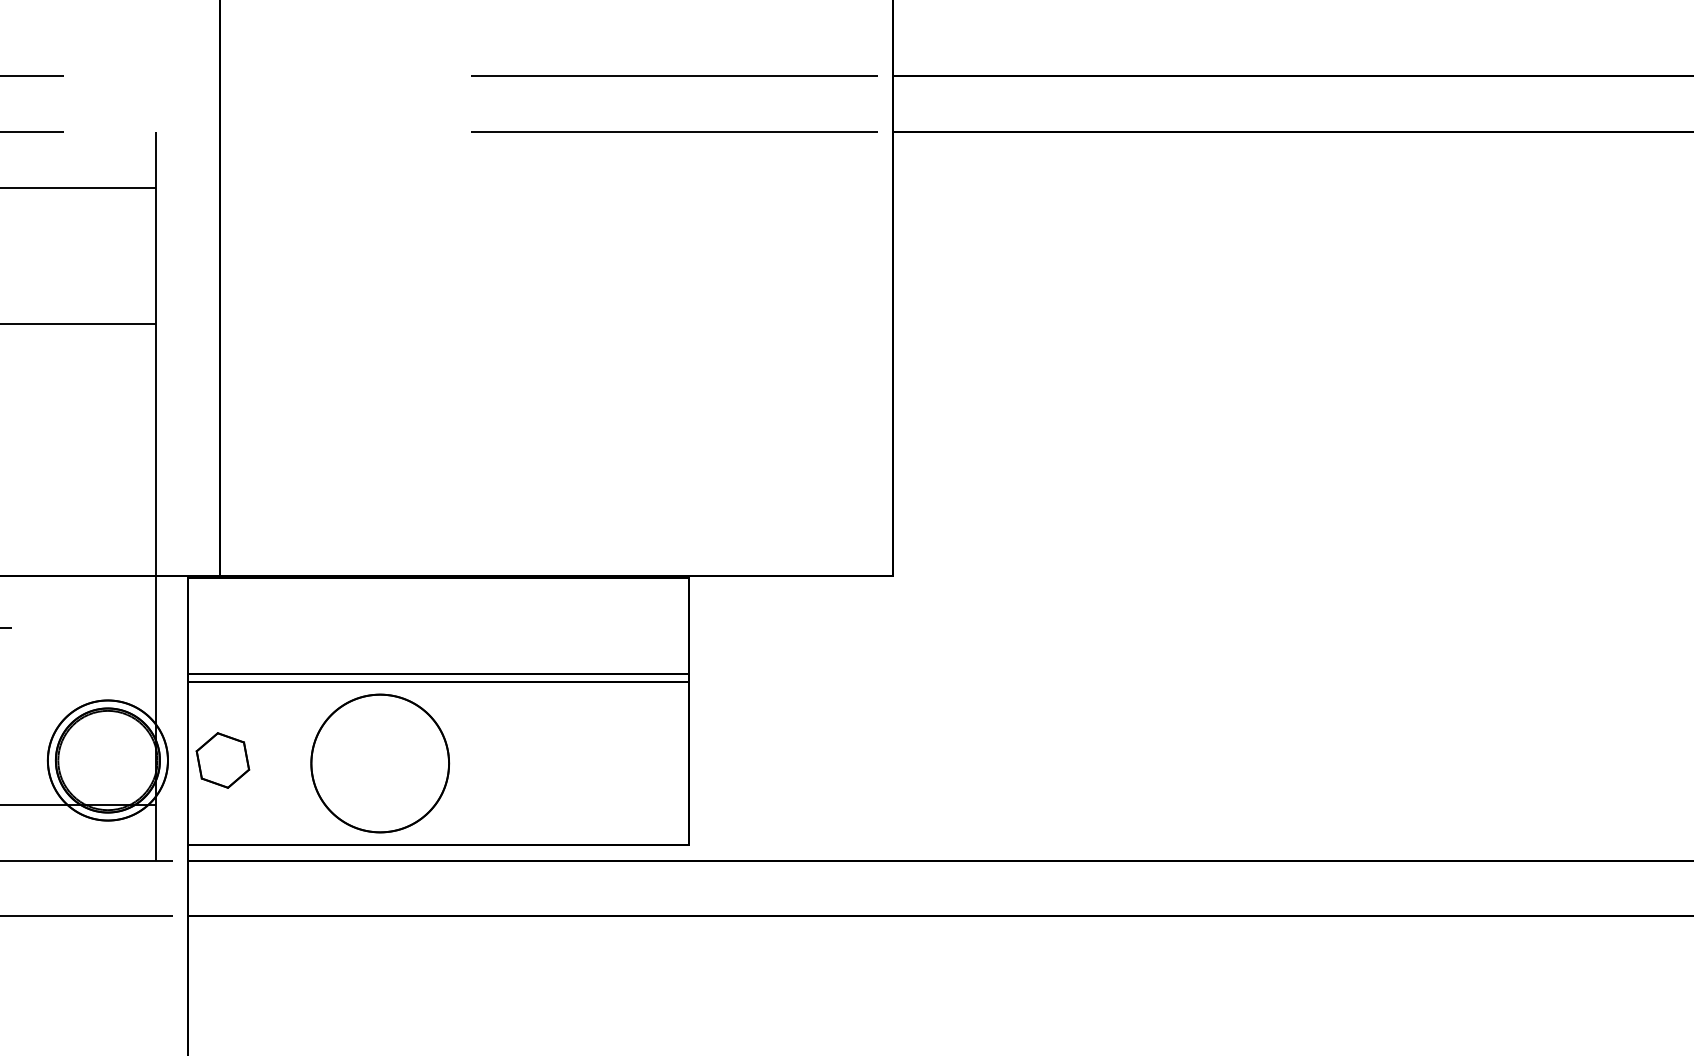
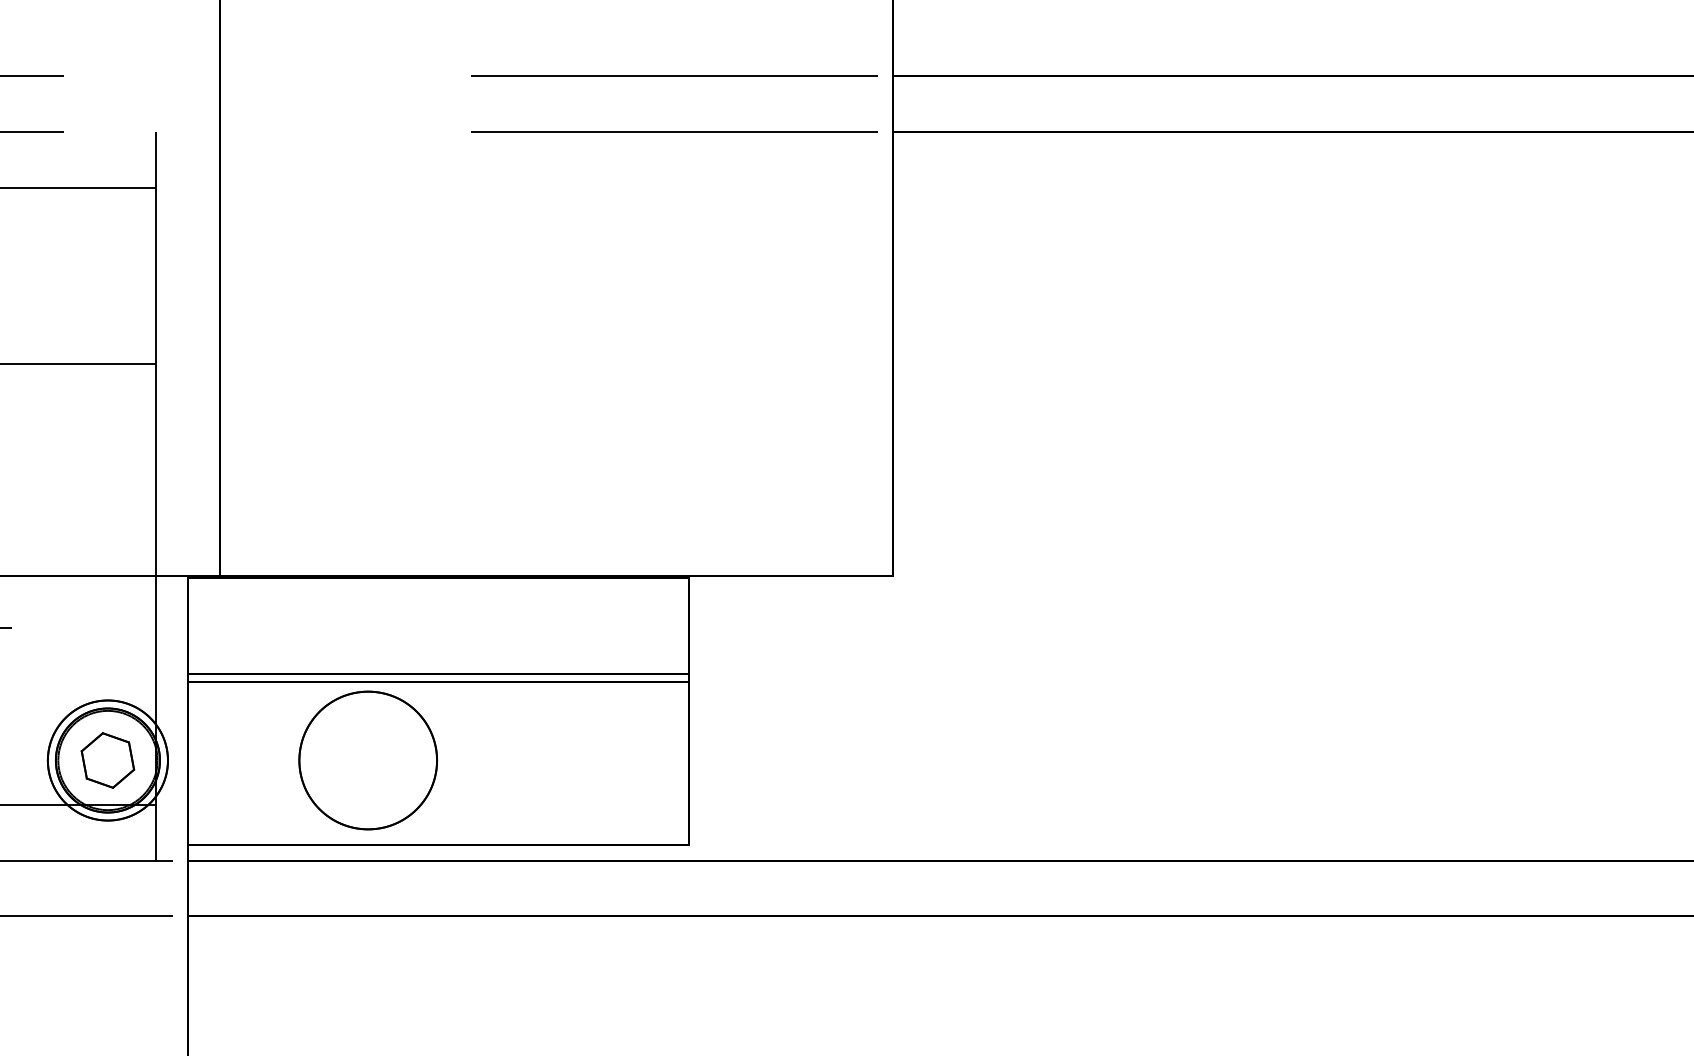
line at (78, 324) position: (78, 324) -> (78, 364)
part at (222, 760) position: (222, 760) -> (107, 760)
part at (380, 763) position: (380, 763) -> (368, 760)
